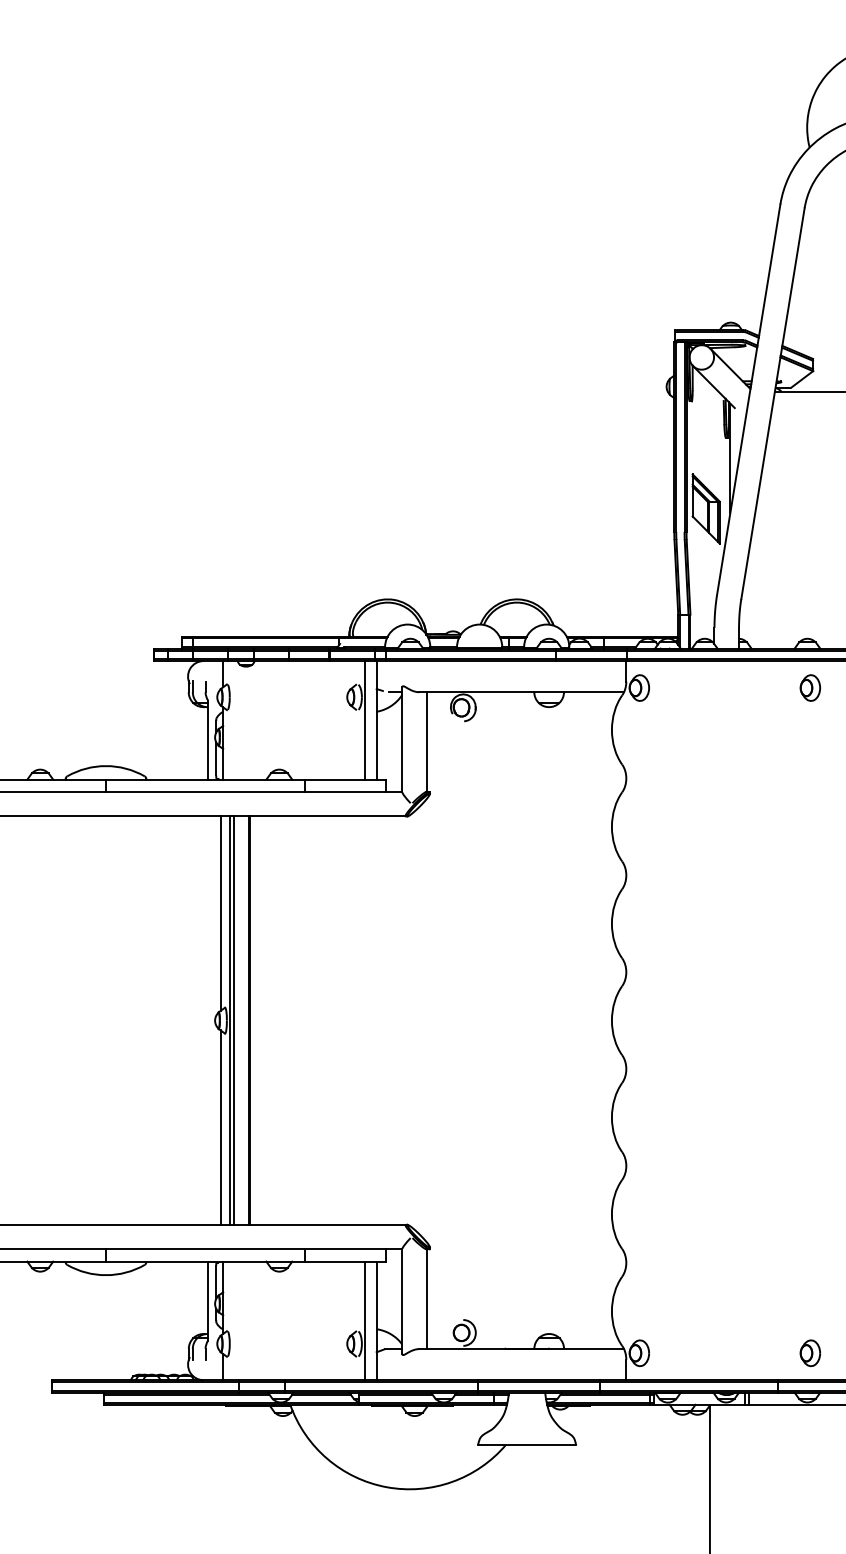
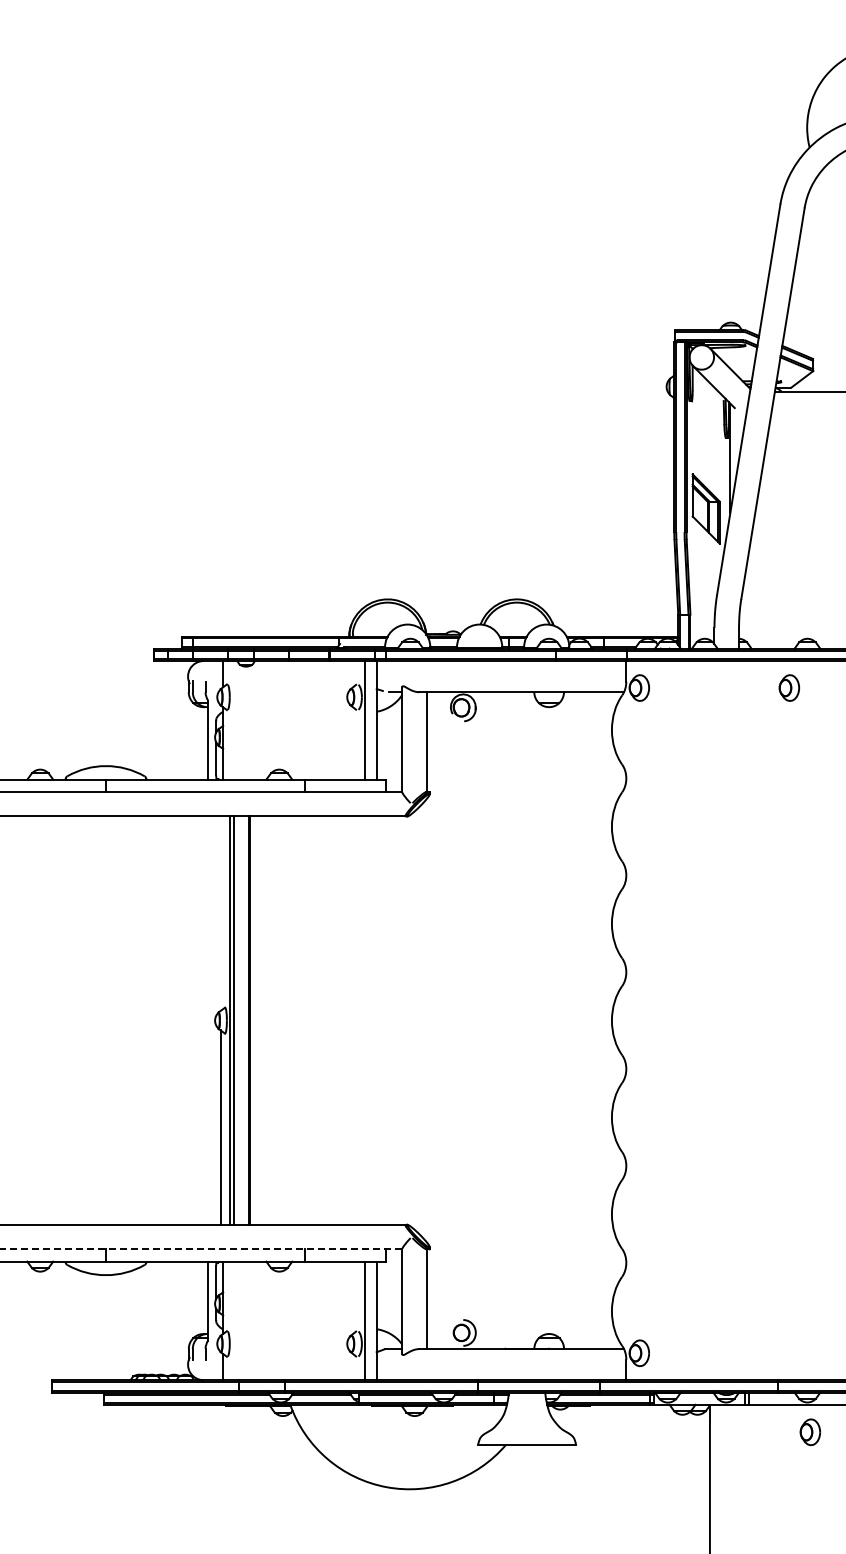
part at (809, 687) position: (809, 687) -> (788, 687)
line at (220, 913): present -> none
line at (201, 1249): solid -> dashed
part at (809, 1353) position: (809, 1353) -> (809, 1432)
